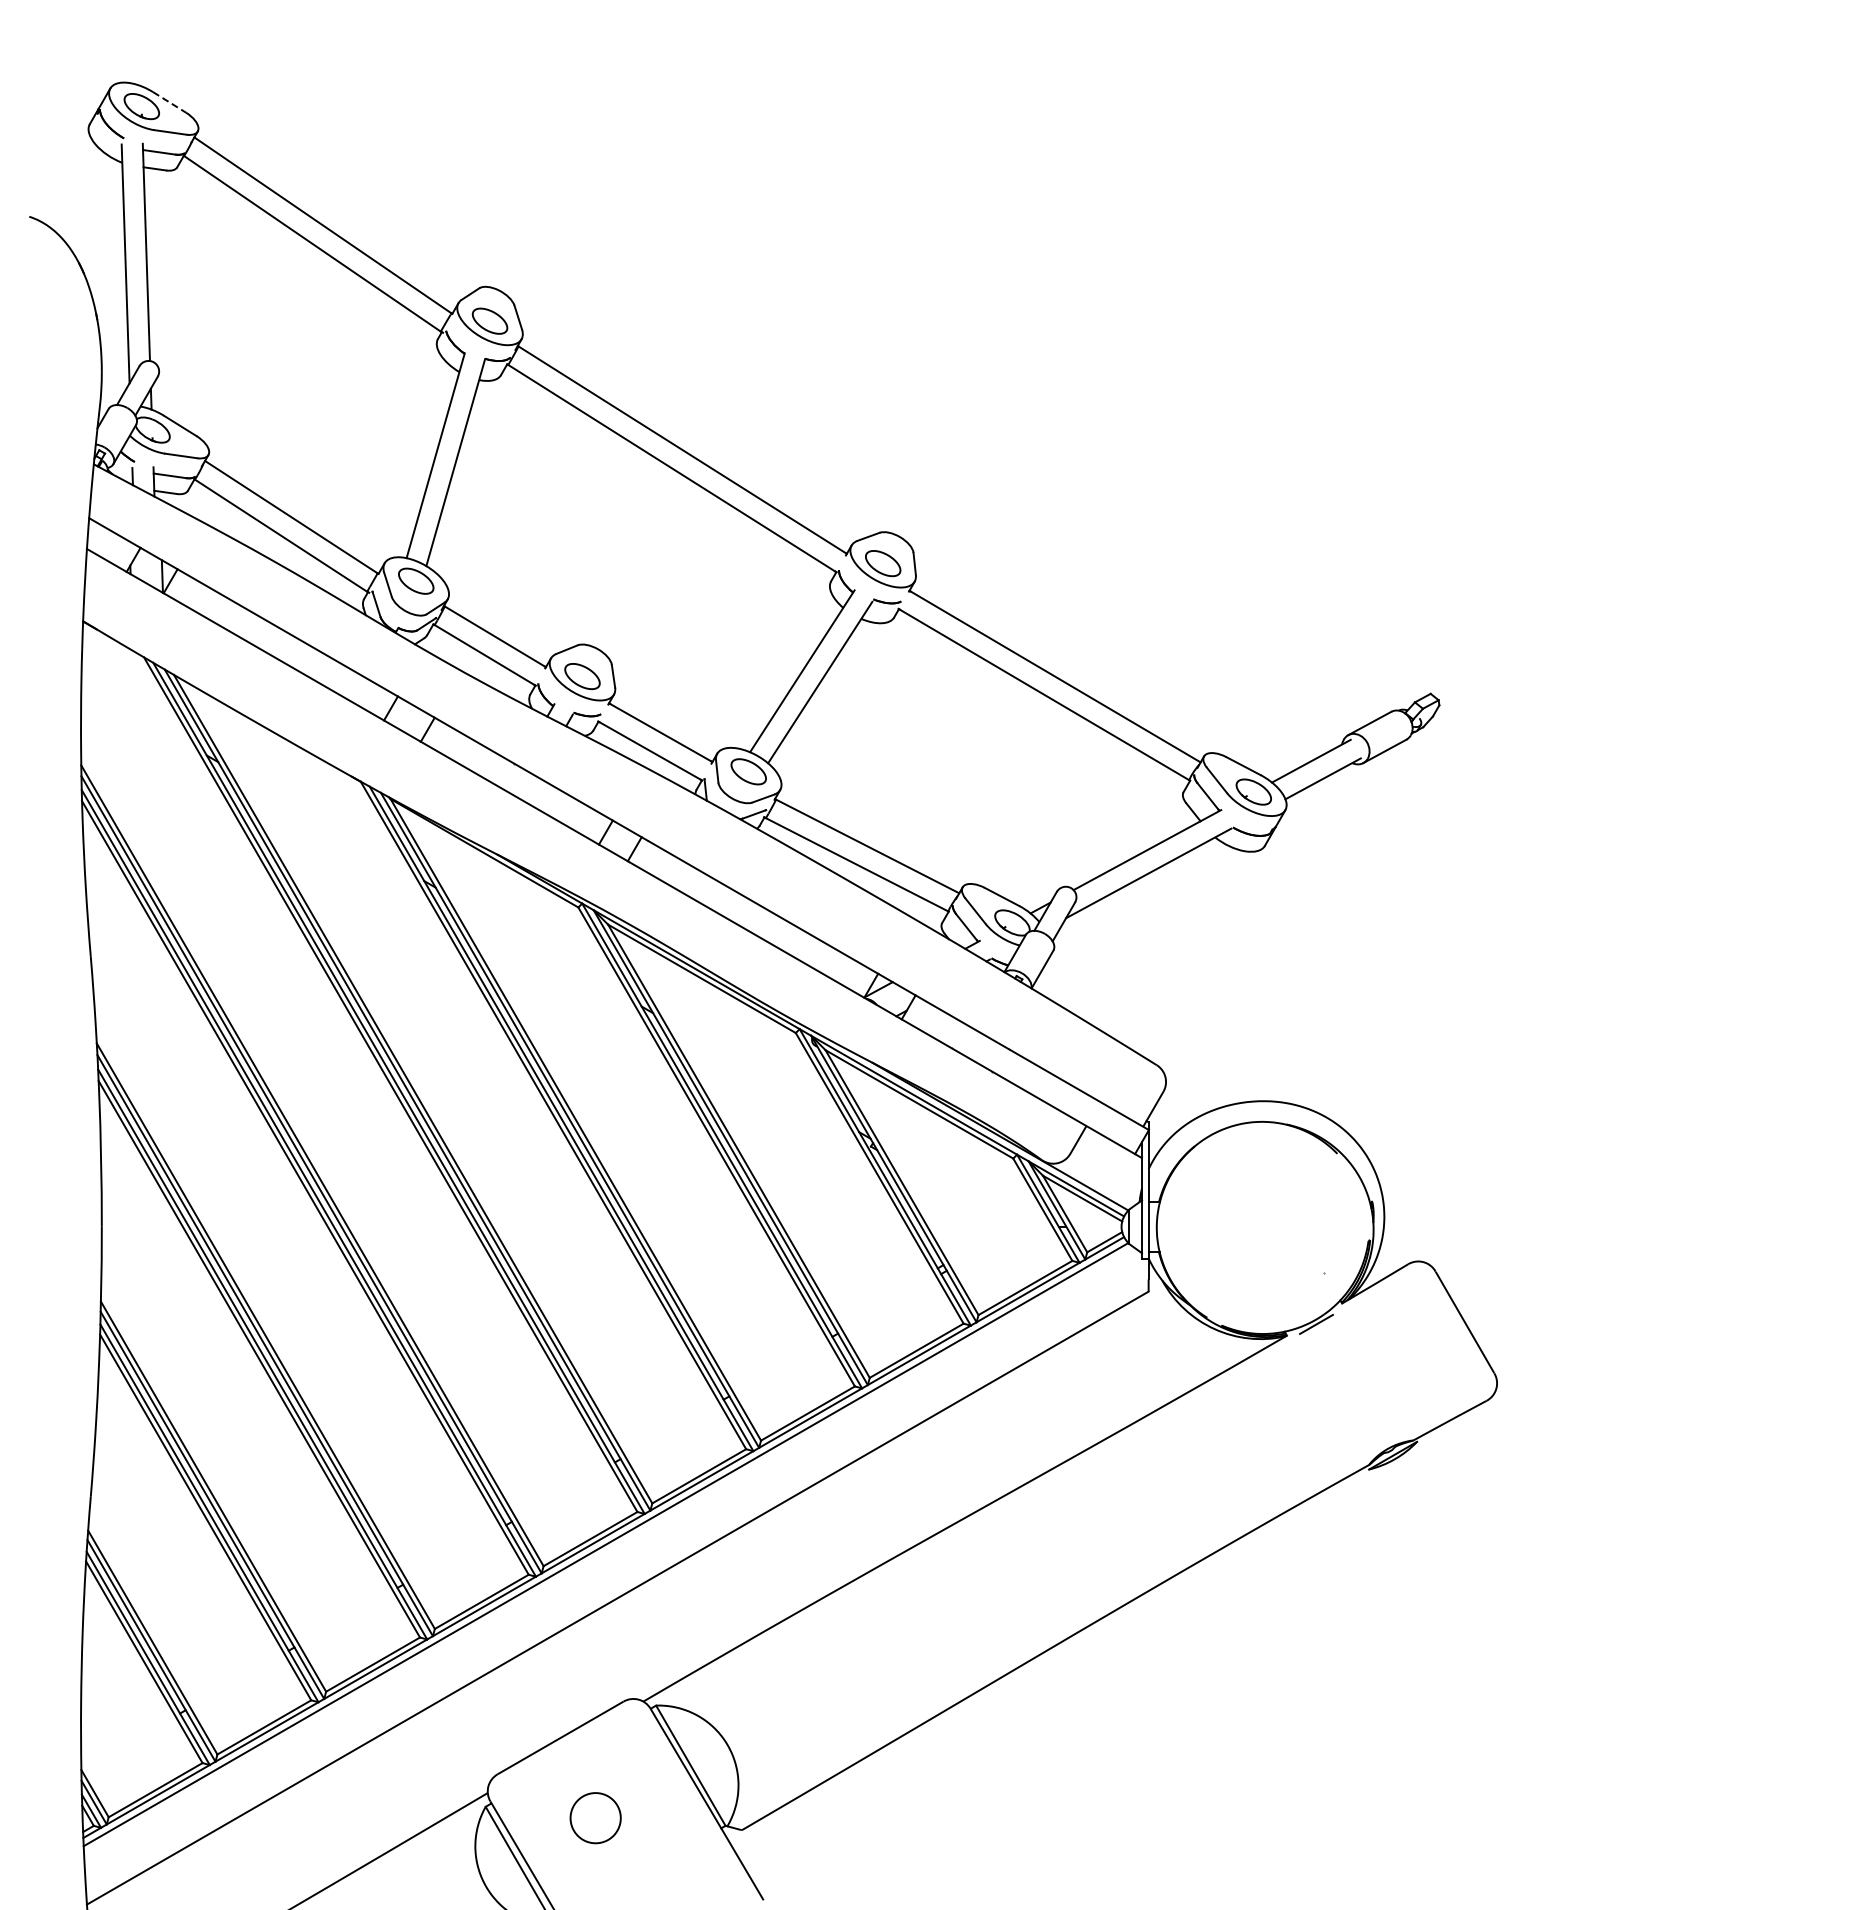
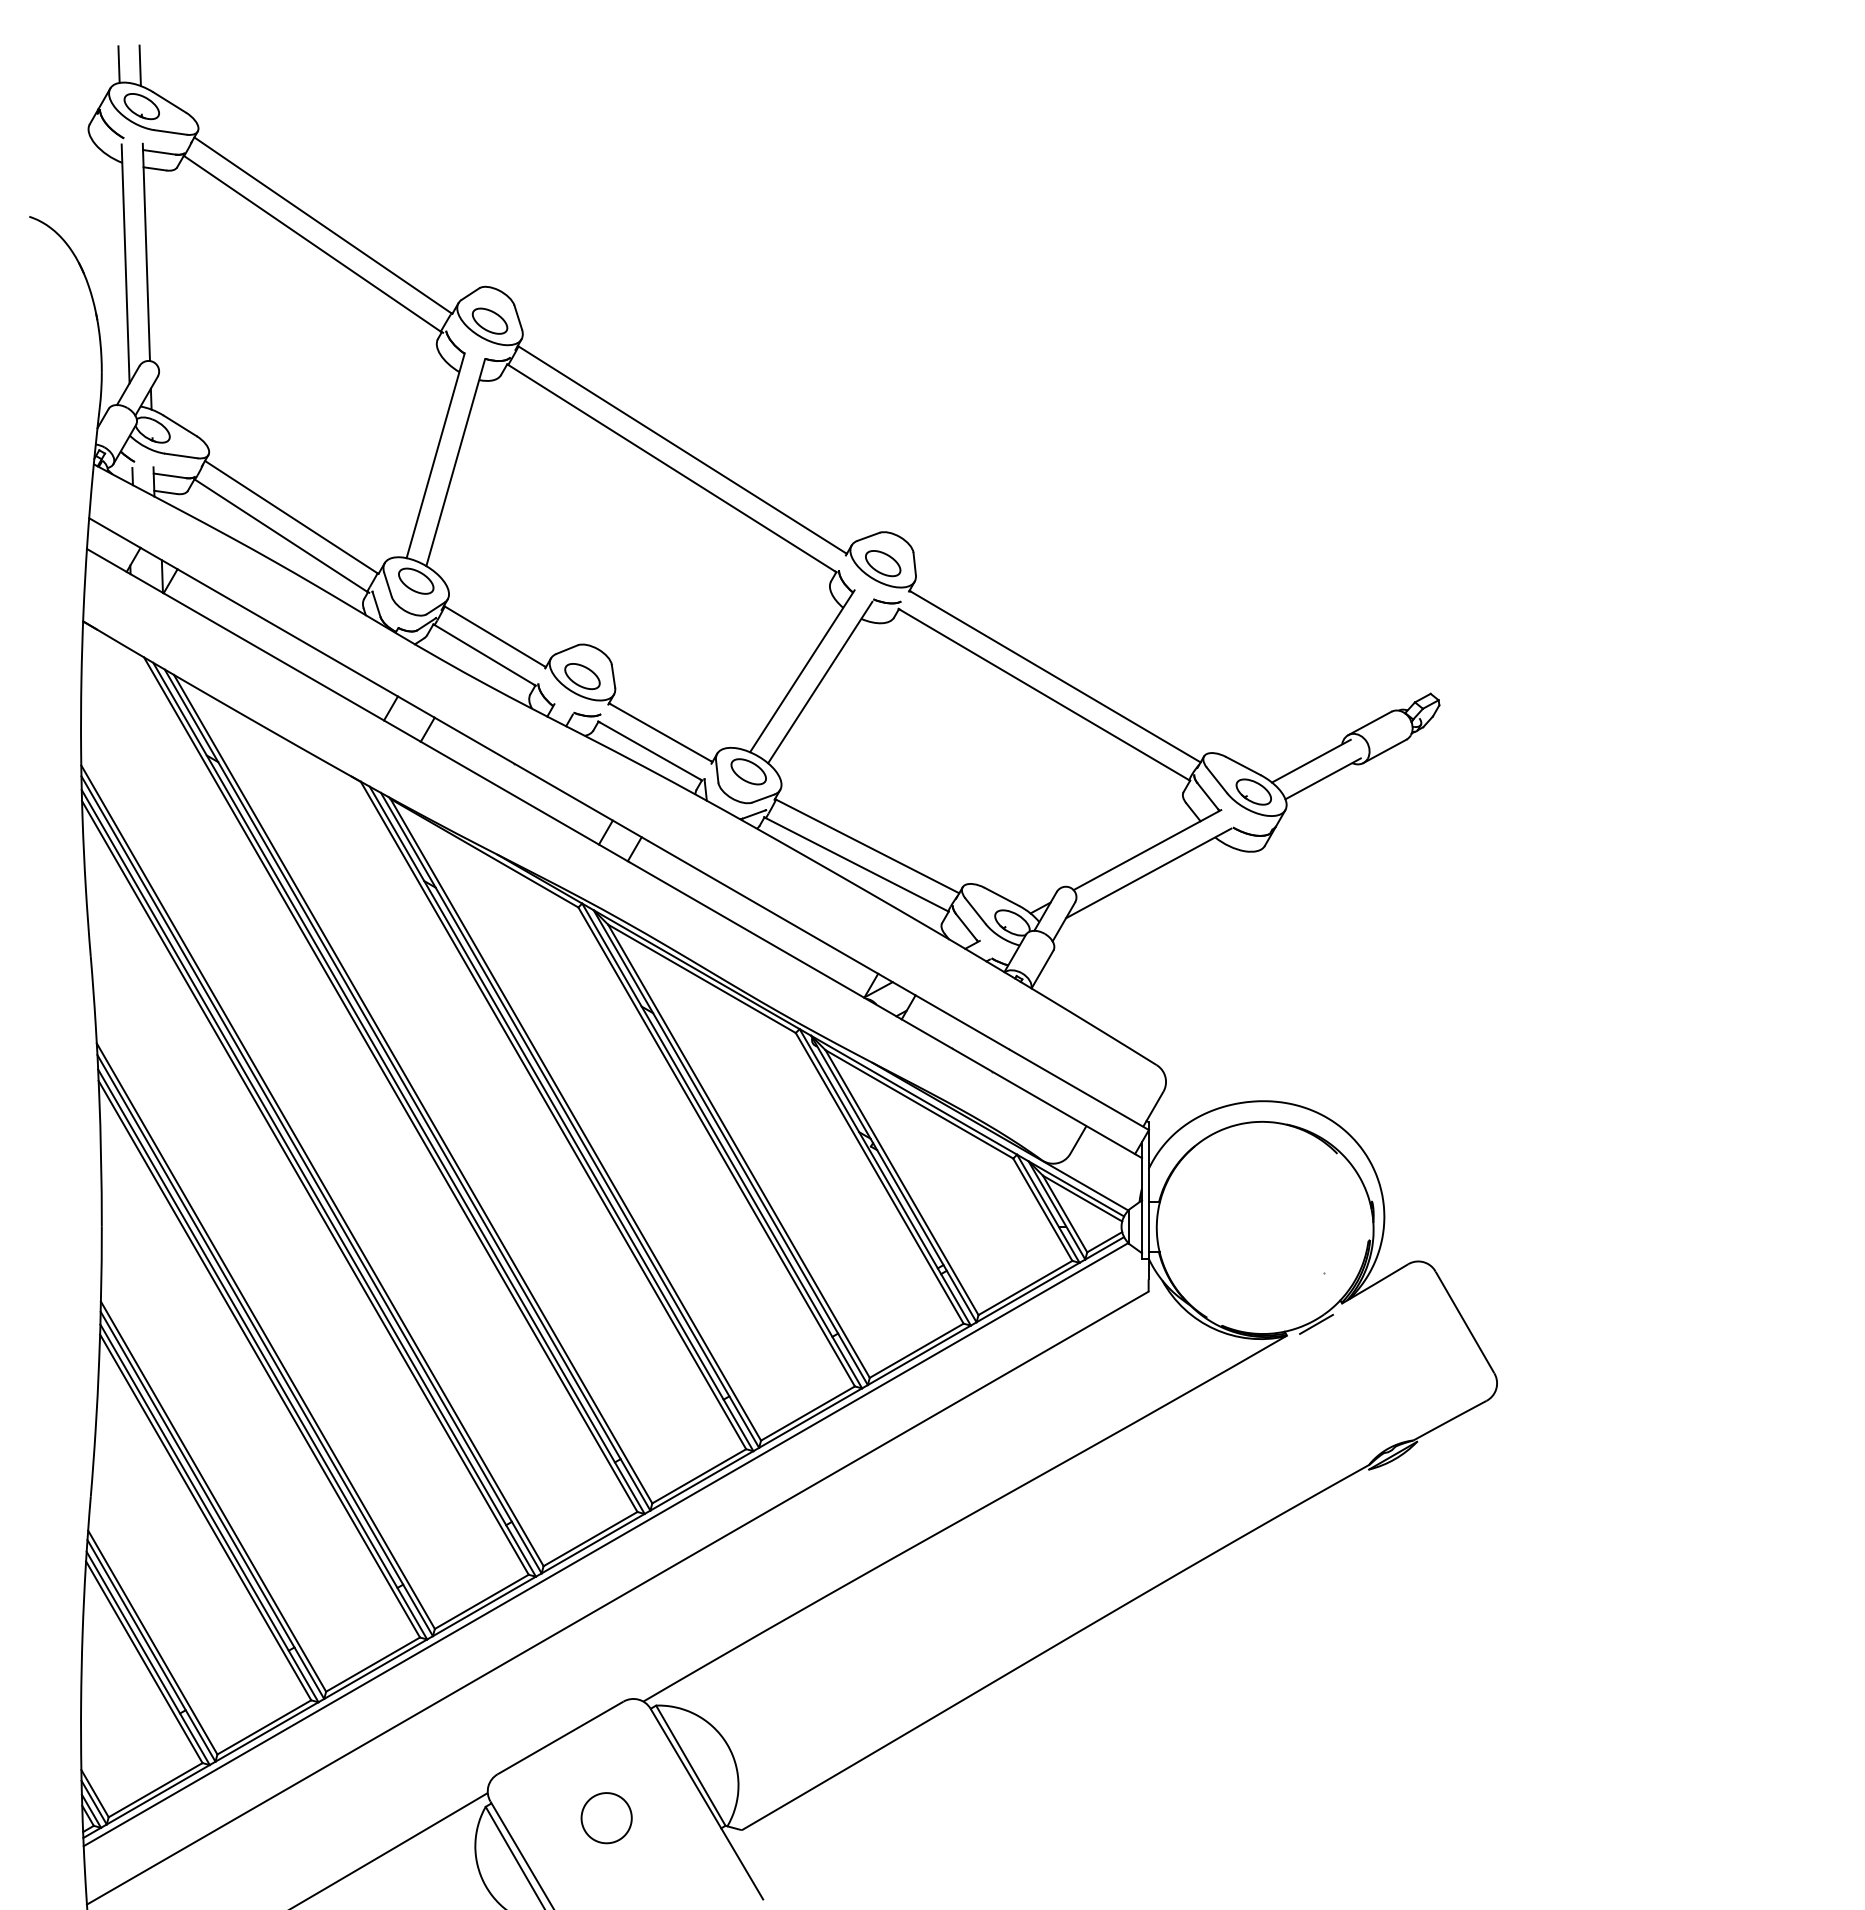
line at (118, 64): none -> present
line at (139, 65): none -> present
line at (170, 102): dashed -> solid
part at (595, 1818) position: (595, 1818) -> (606, 1818)
